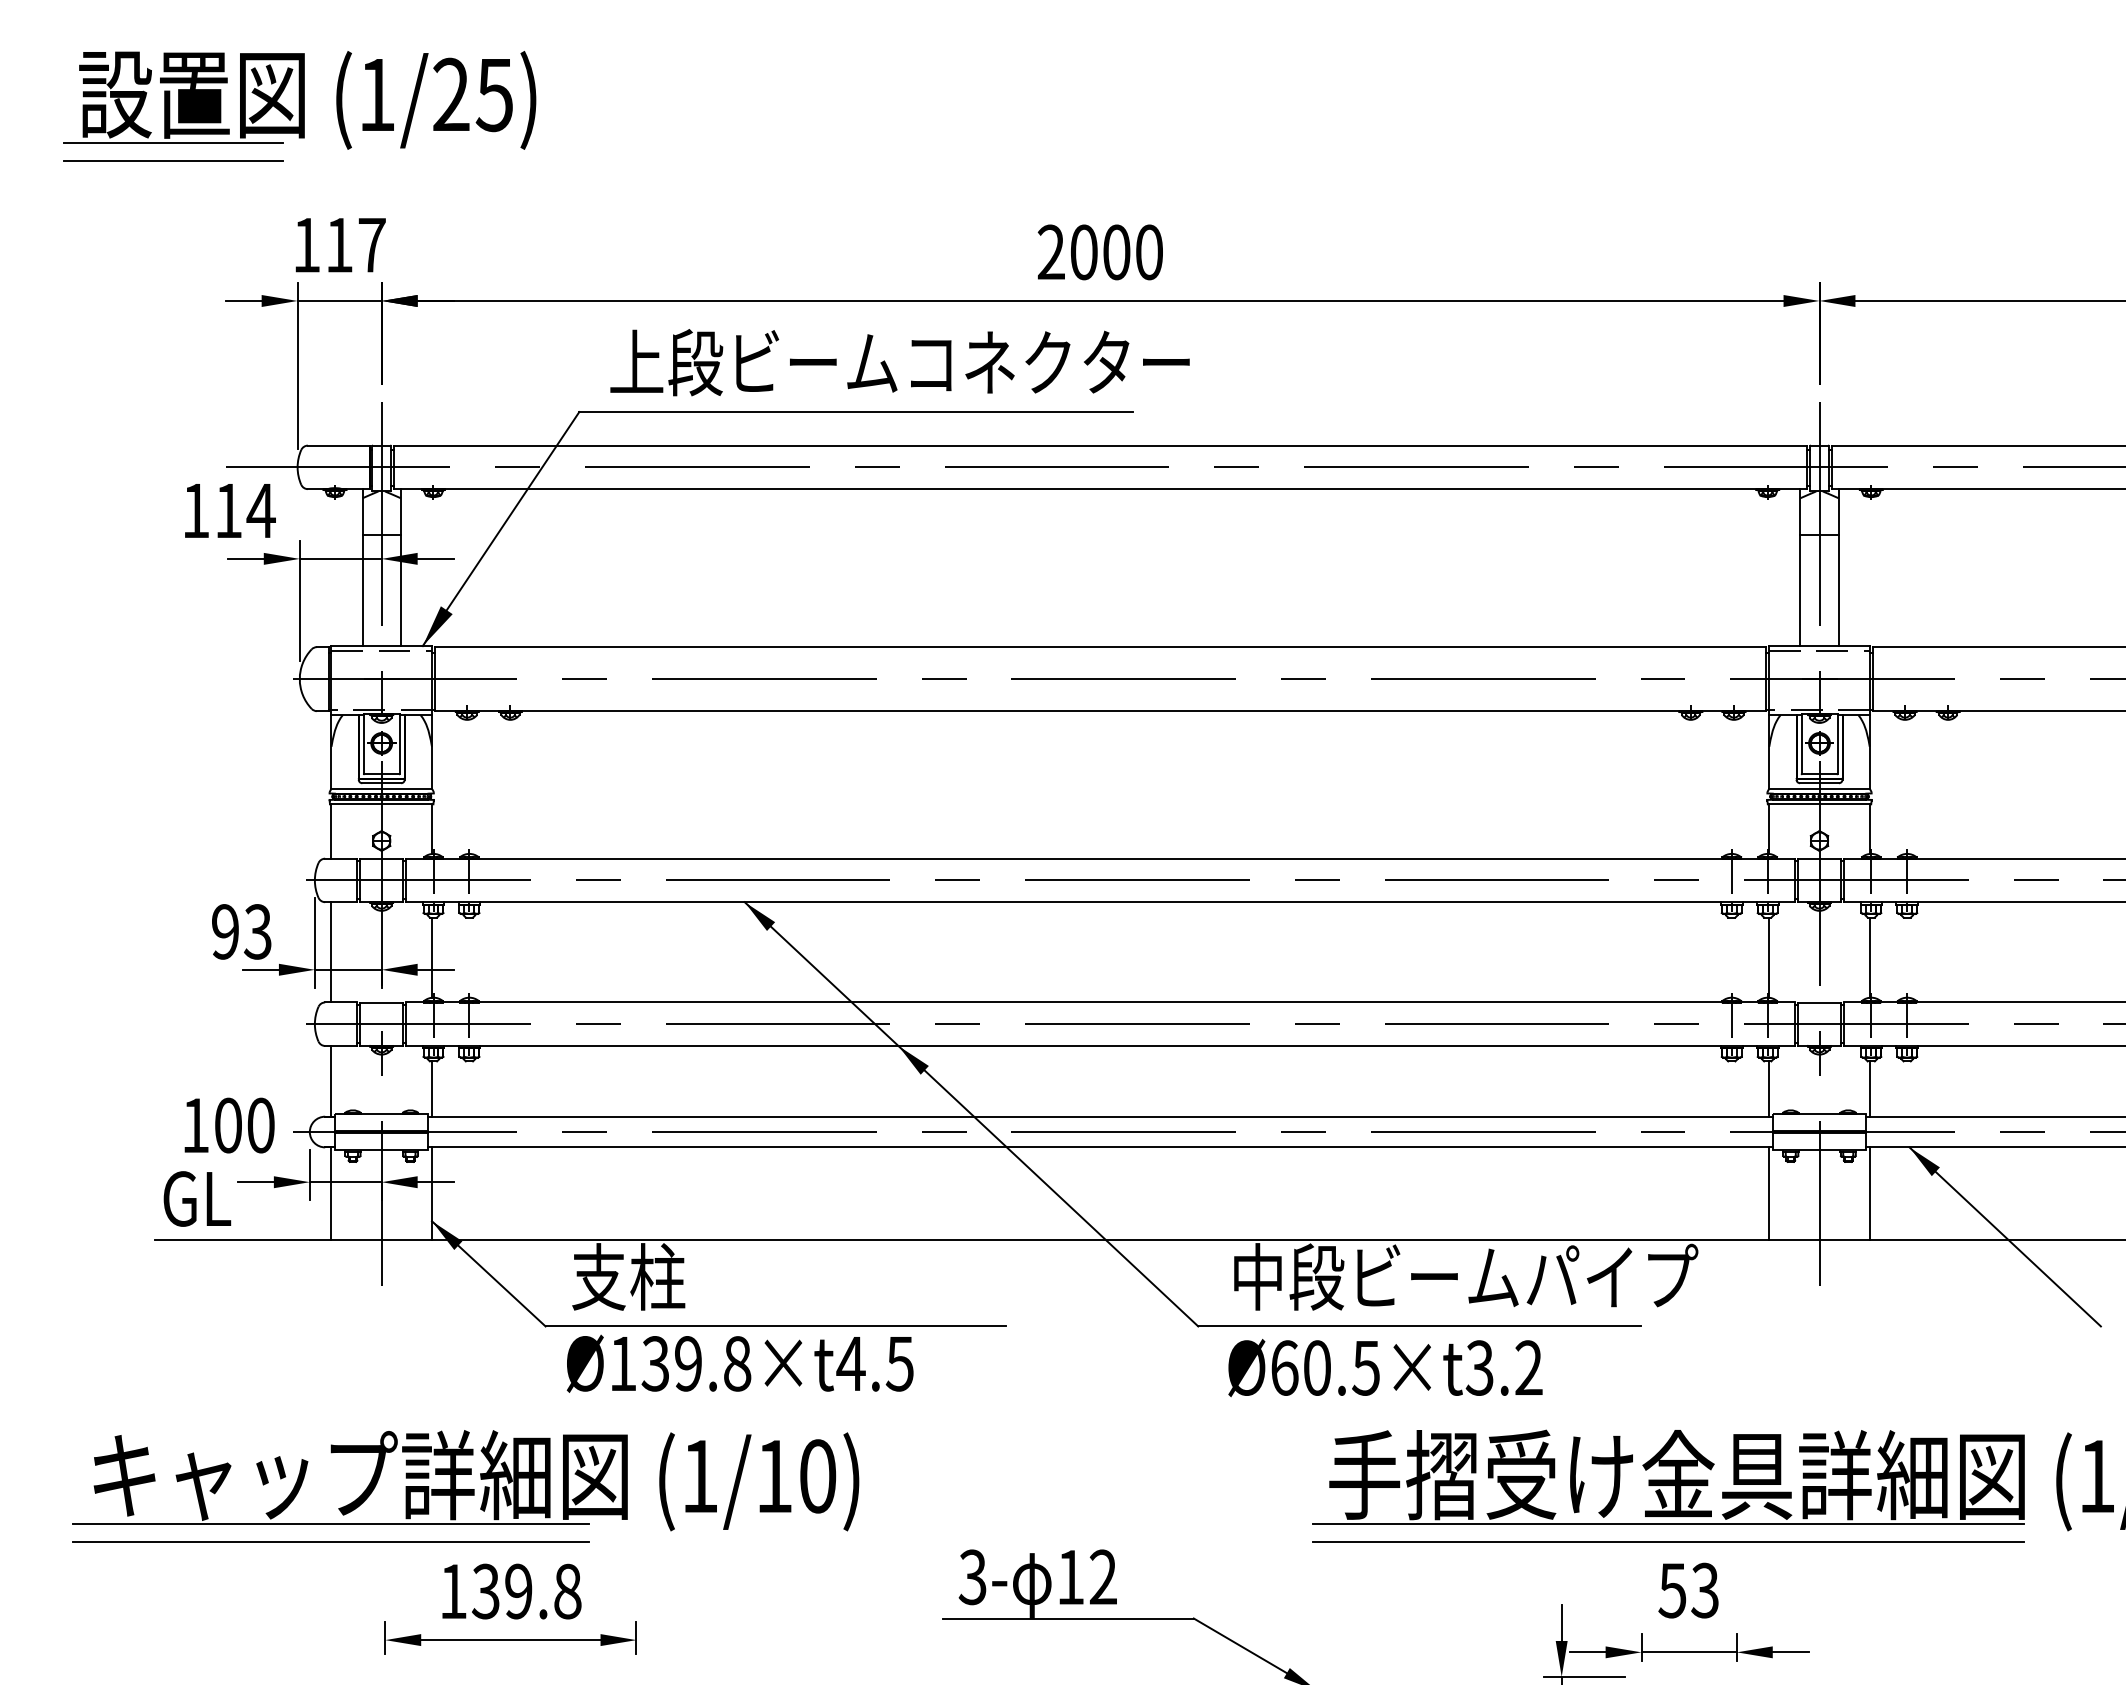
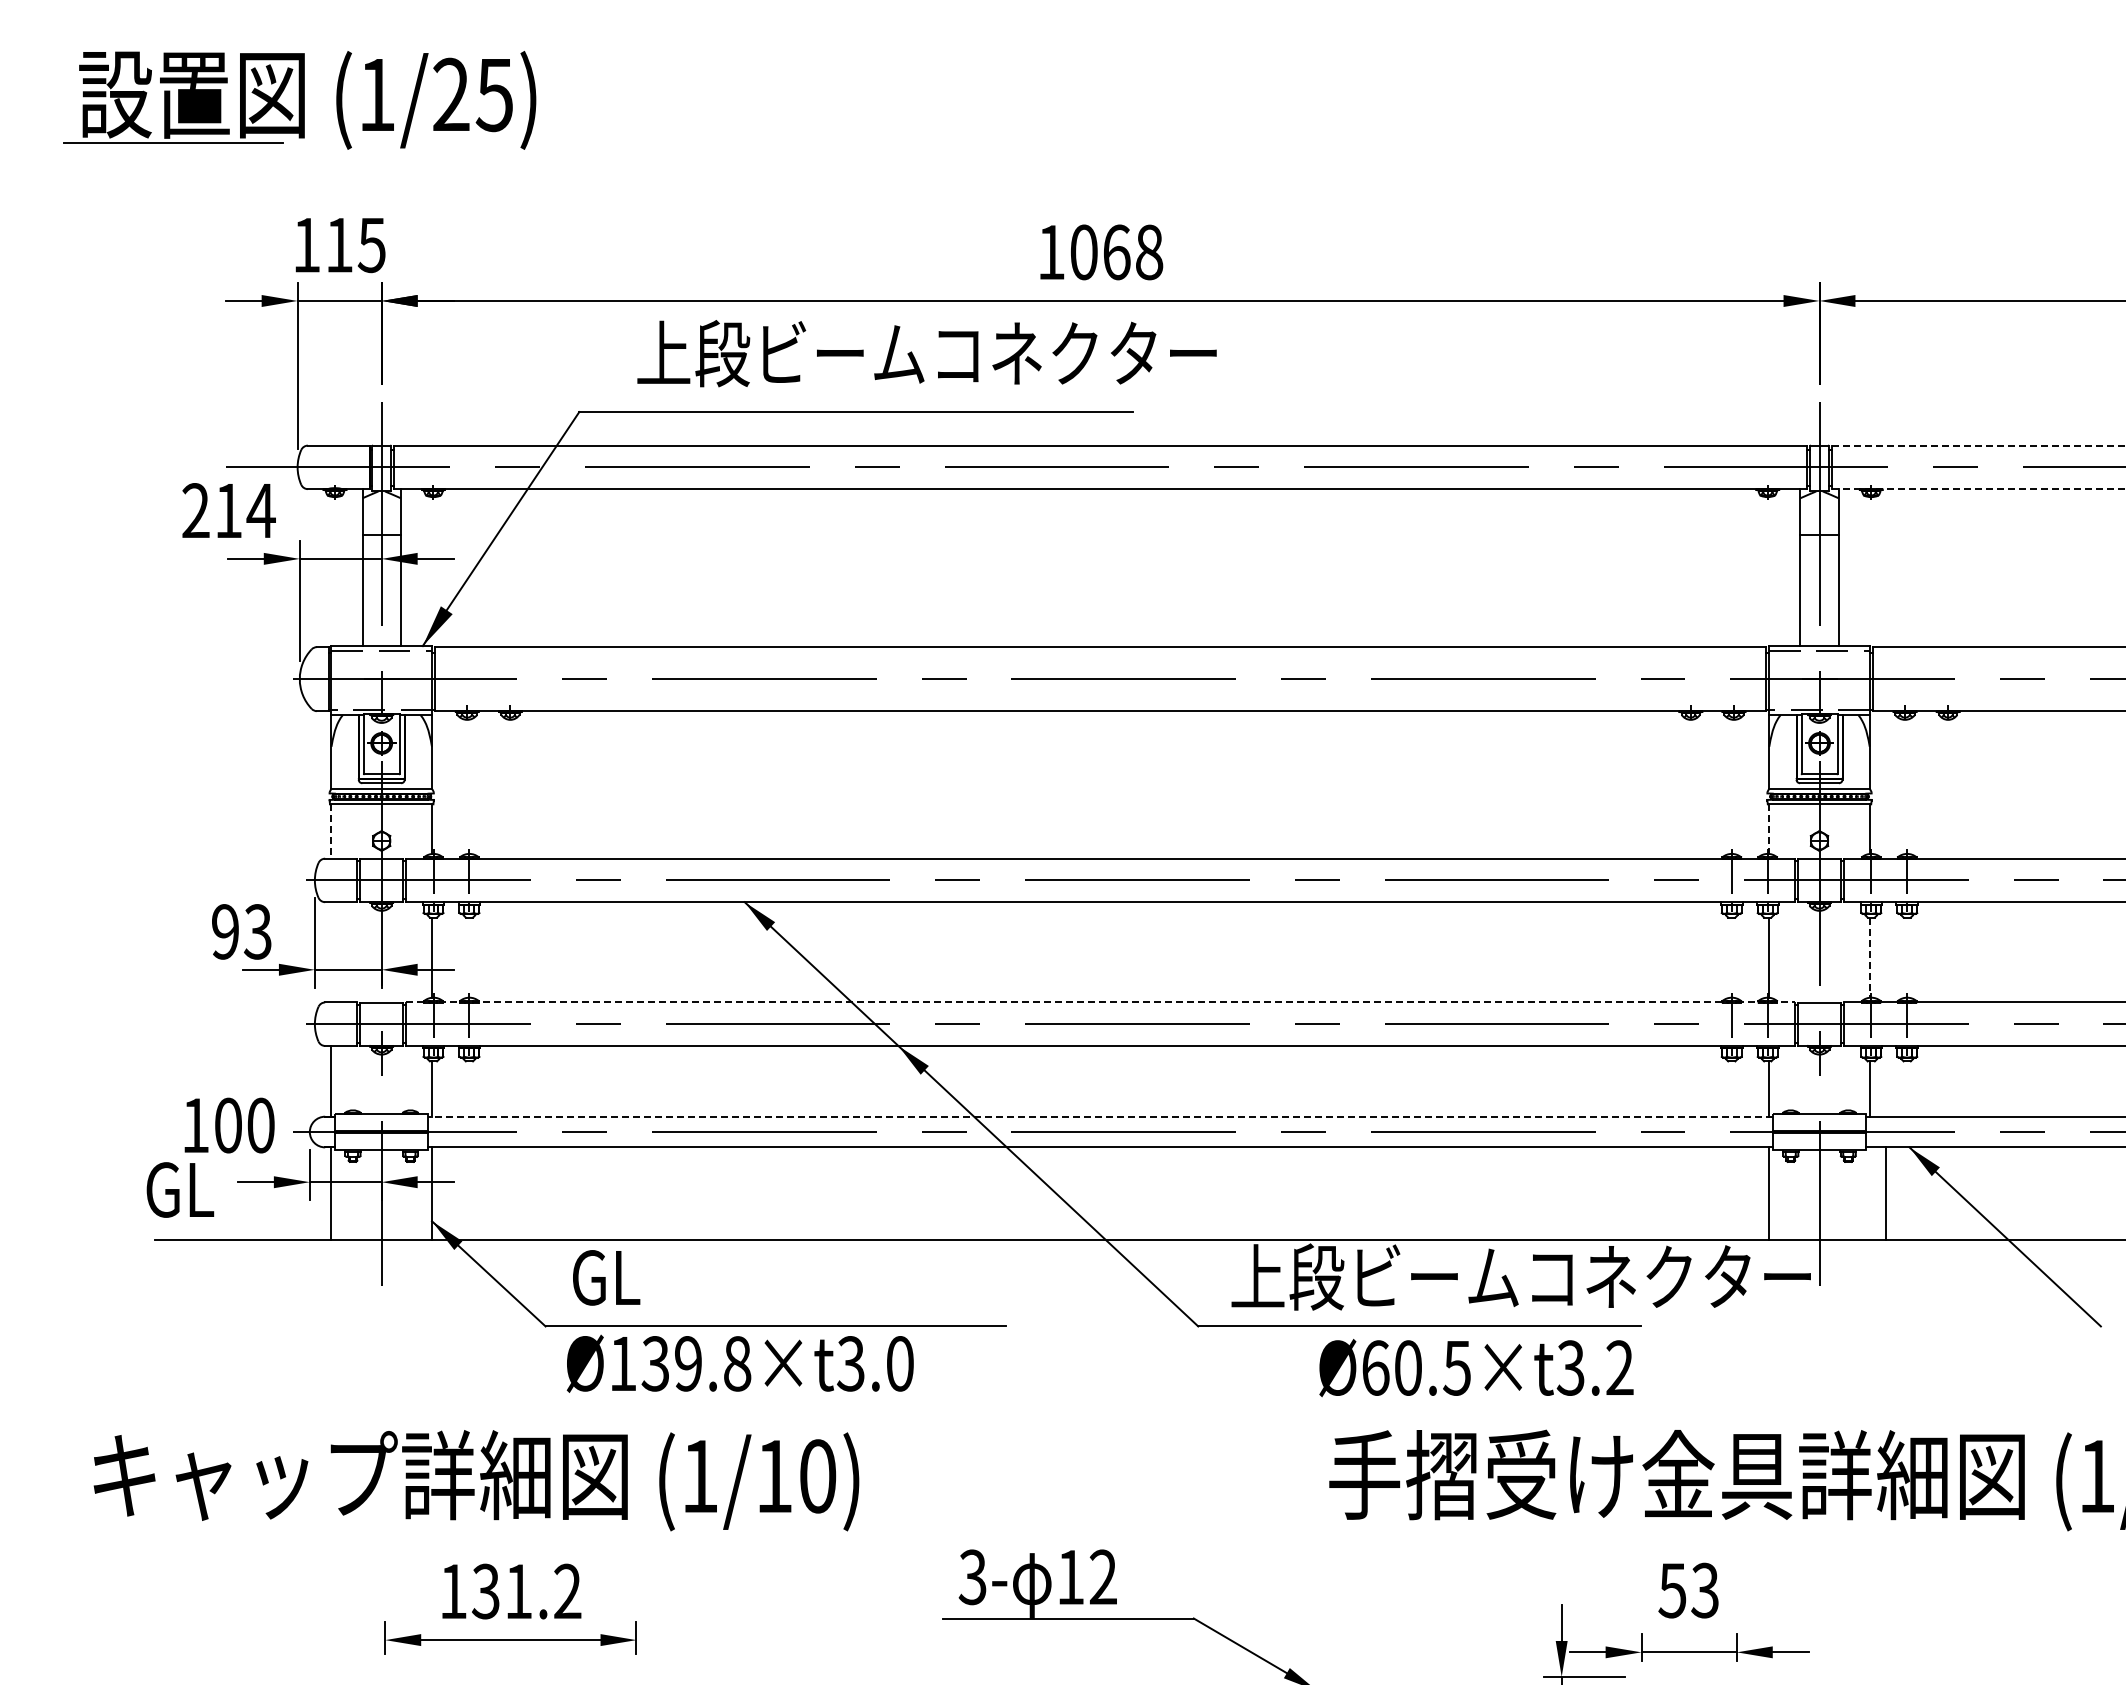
line at (172, 160): present -> none
text at (371, 245): 117 -> 115
text at (1100, 252): 2000 -> 1068
text at (899, 362) position: (899, 362) -> (926, 353)
line at (1978, 445): solid -> dashed
line at (1978, 489): solid -> dashed
text at (195, 510): 114 -> 214
line at (1769, 829): solid -> dashed
line at (331, 832): solid -> dashed
line at (331, 952): present -> none
line at (1869, 958): solid -> dashed
line at (1101, 1002): solid -> dashed
line at (1100, 1116): solid -> dashed
line at (1869, 1193) position: (1869, 1193) -> (1885, 1193)
text at (197, 1198) position: (197, 1198) -> (180, 1189)
text at (628, 1276): 支柱 -> GL
text at (1520, 1276): 中段ビームパイプ -> 上段ビームコネクター
text at (874, 1363): Ø139.8×t4.5 -> Ø139.8×t3.0
text at (1385, 1368) position: (1385, 1368) -> (1476, 1368)
line at (330, 1524): present -> none
line at (1667, 1524): present -> none
line at (330, 1541): present -> none
line at (1667, 1542): present -> none
text at (543, 1591): 139.8 -> 131.2
